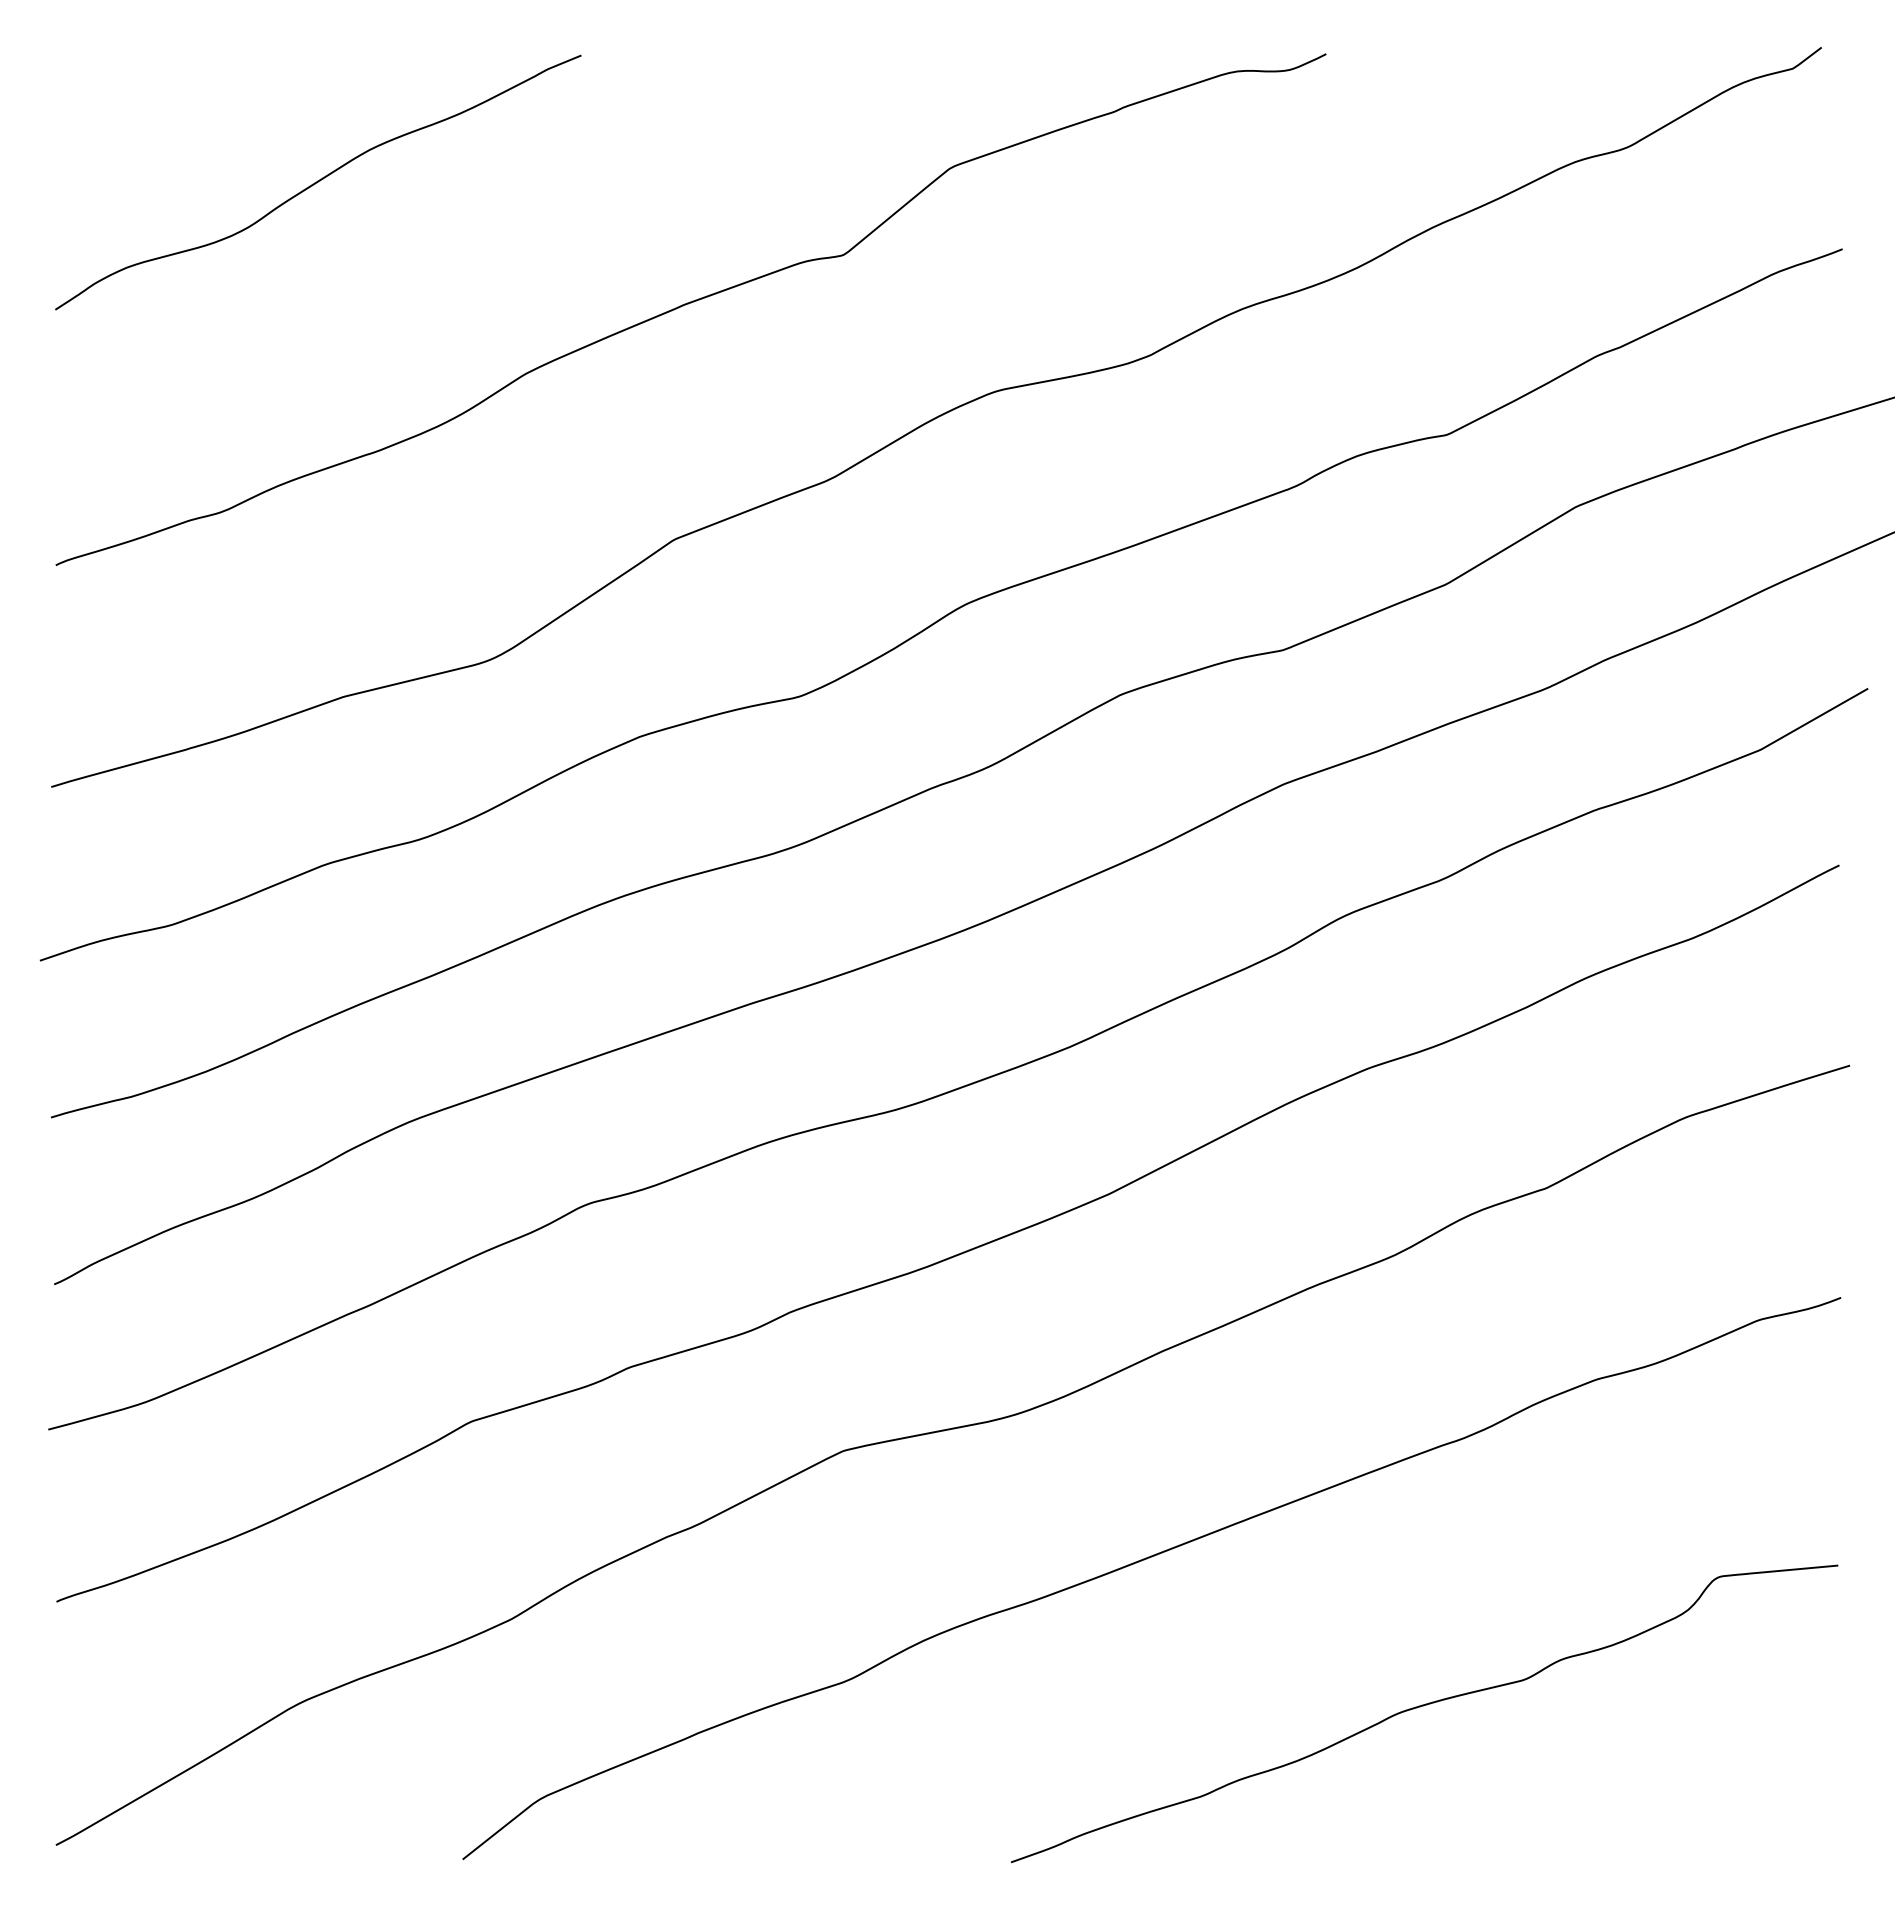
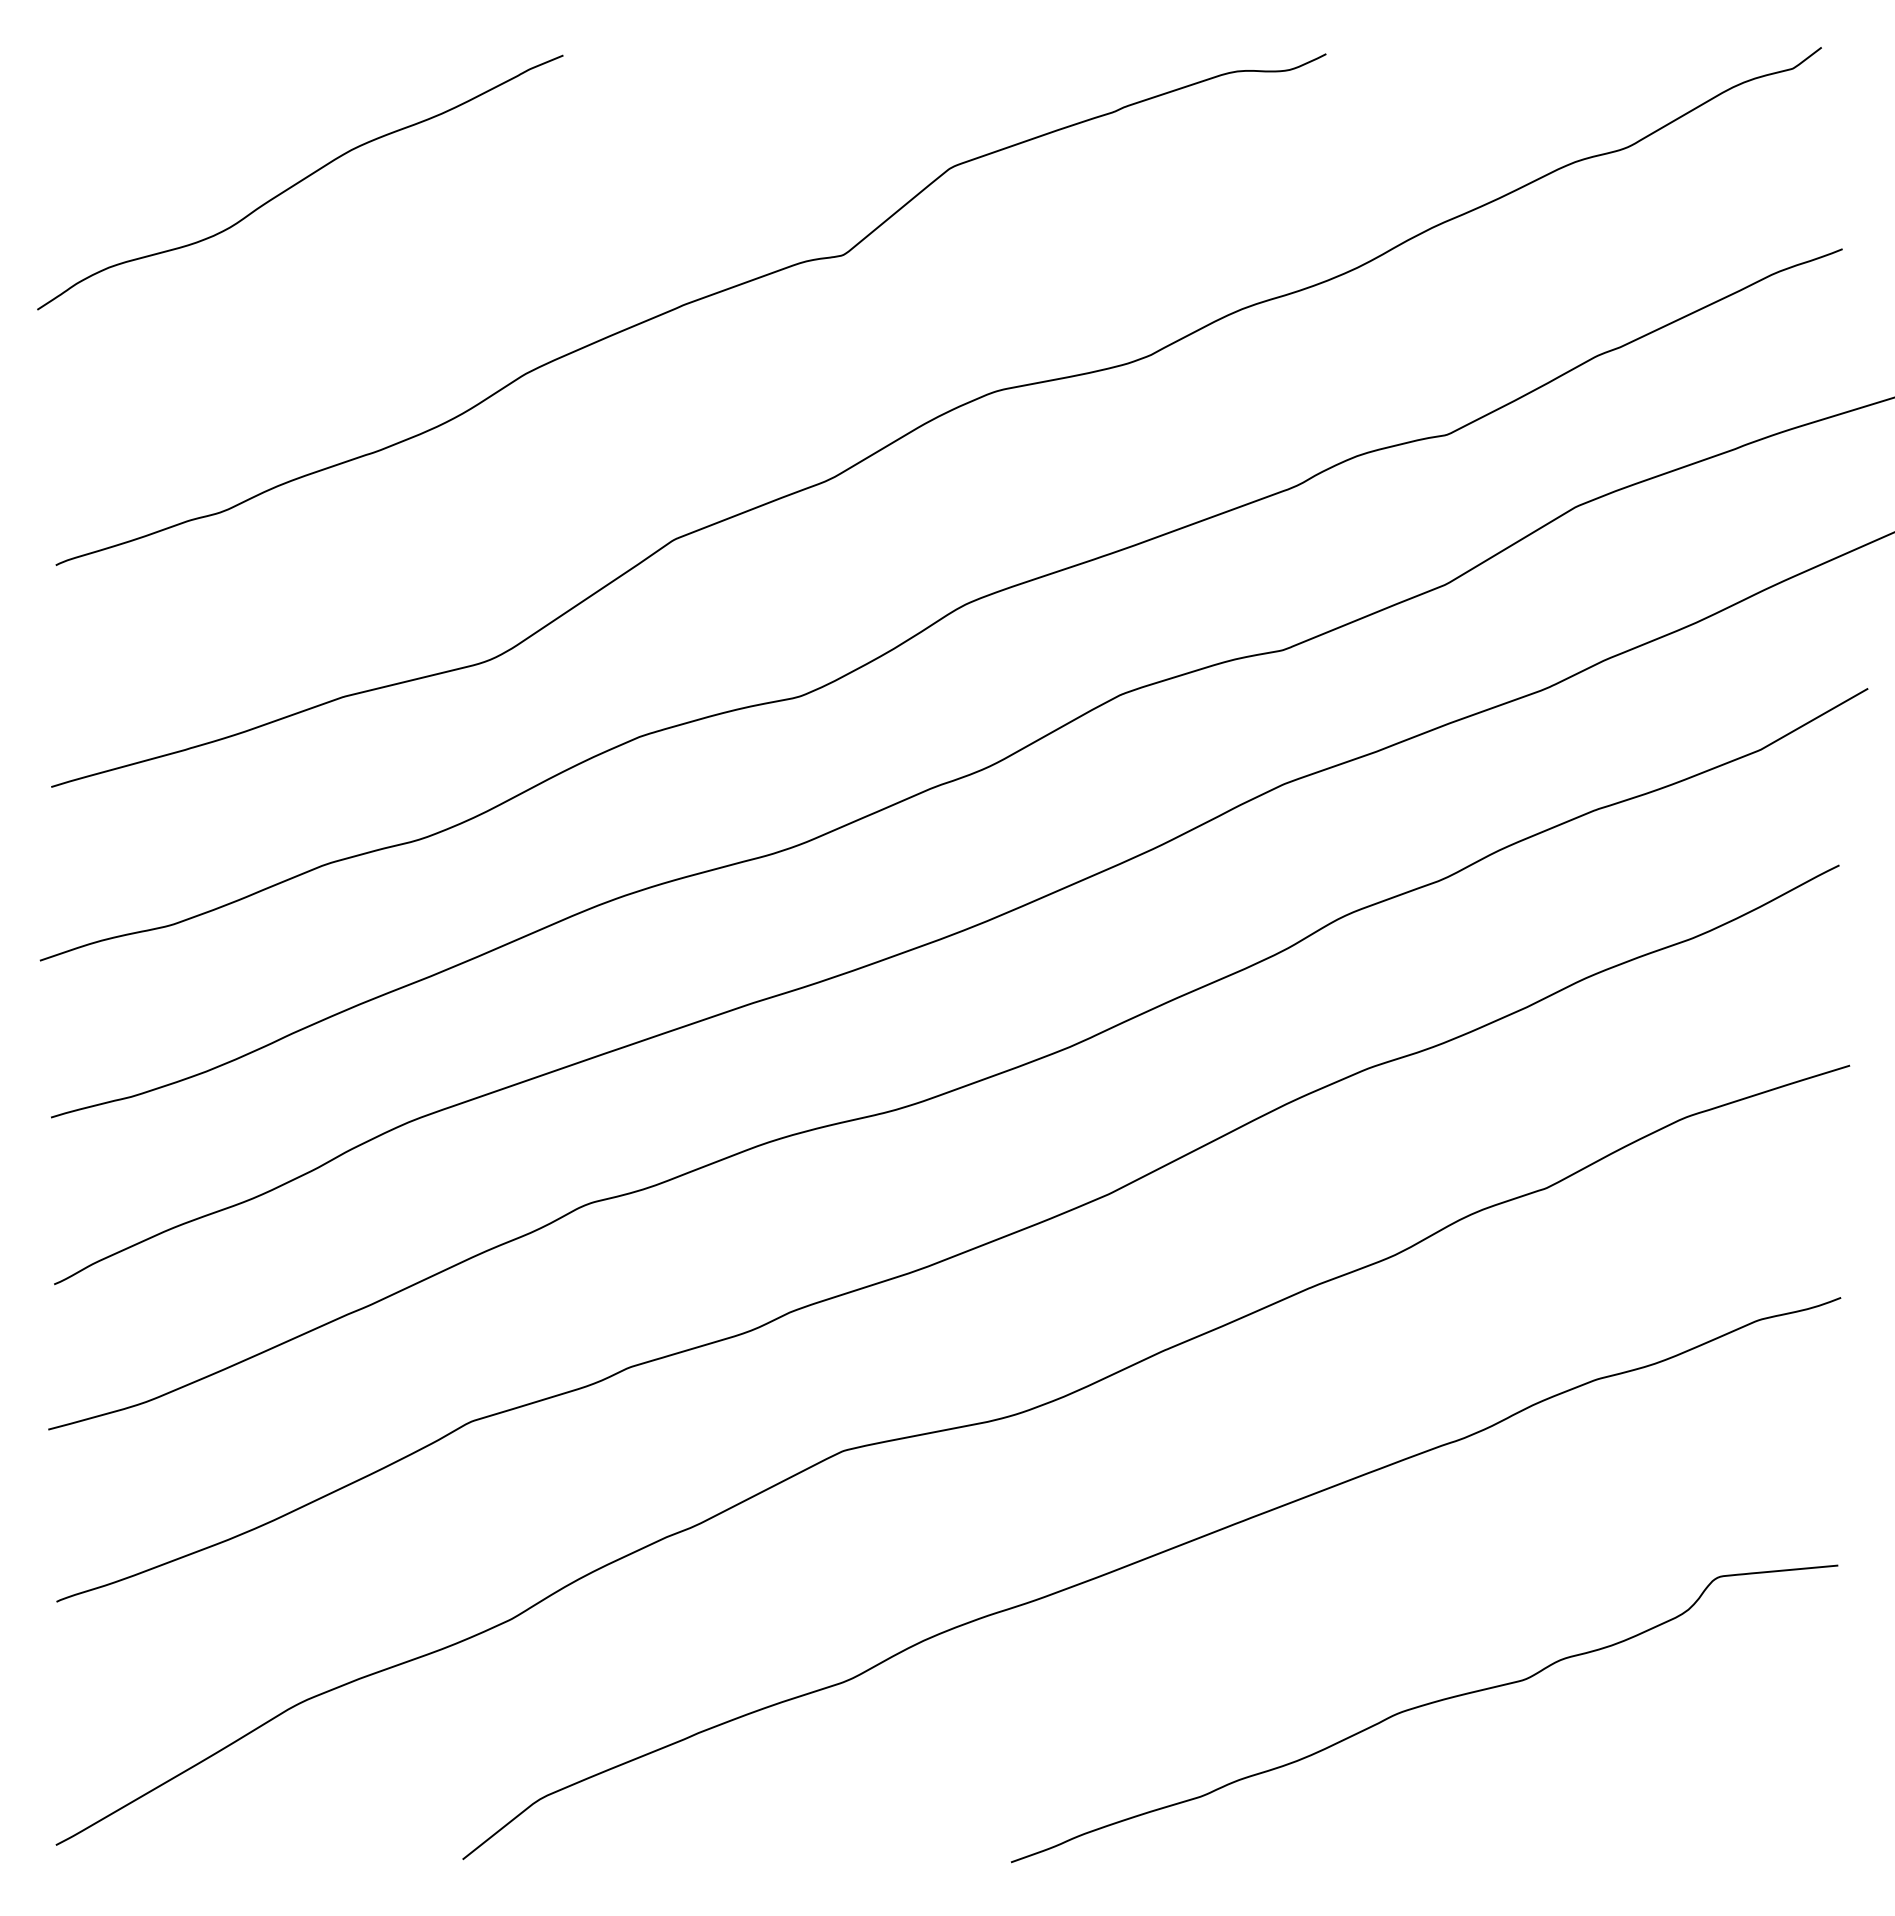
curve at (318, 182) position: (318, 182) -> (300, 182)
